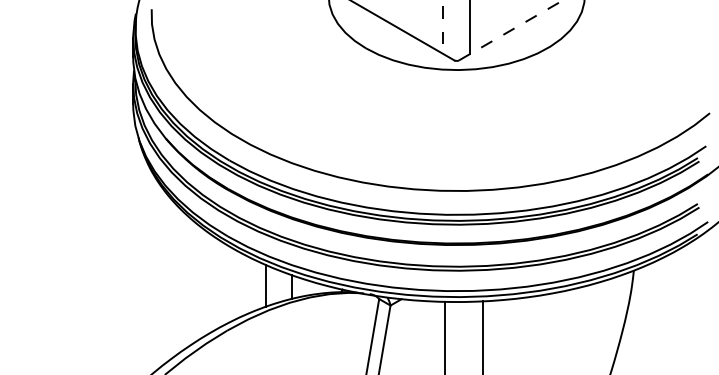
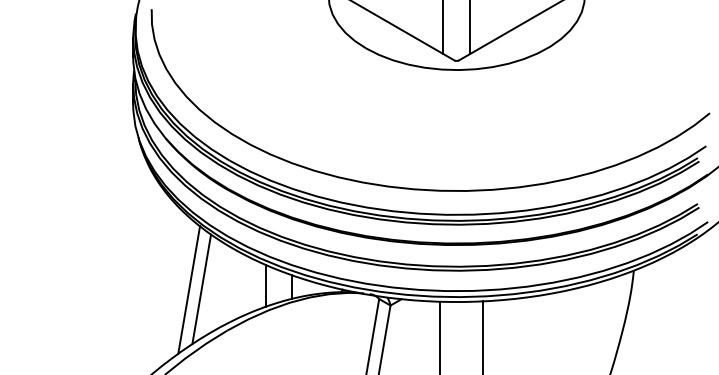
line at (443, 27): dashed -> solid
line at (511, 30): dashed -> solid
line at (201, 289): none -> present
line at (189, 290): none -> present
line at (445, 336) position: (445, 336) -> (440, 336)
